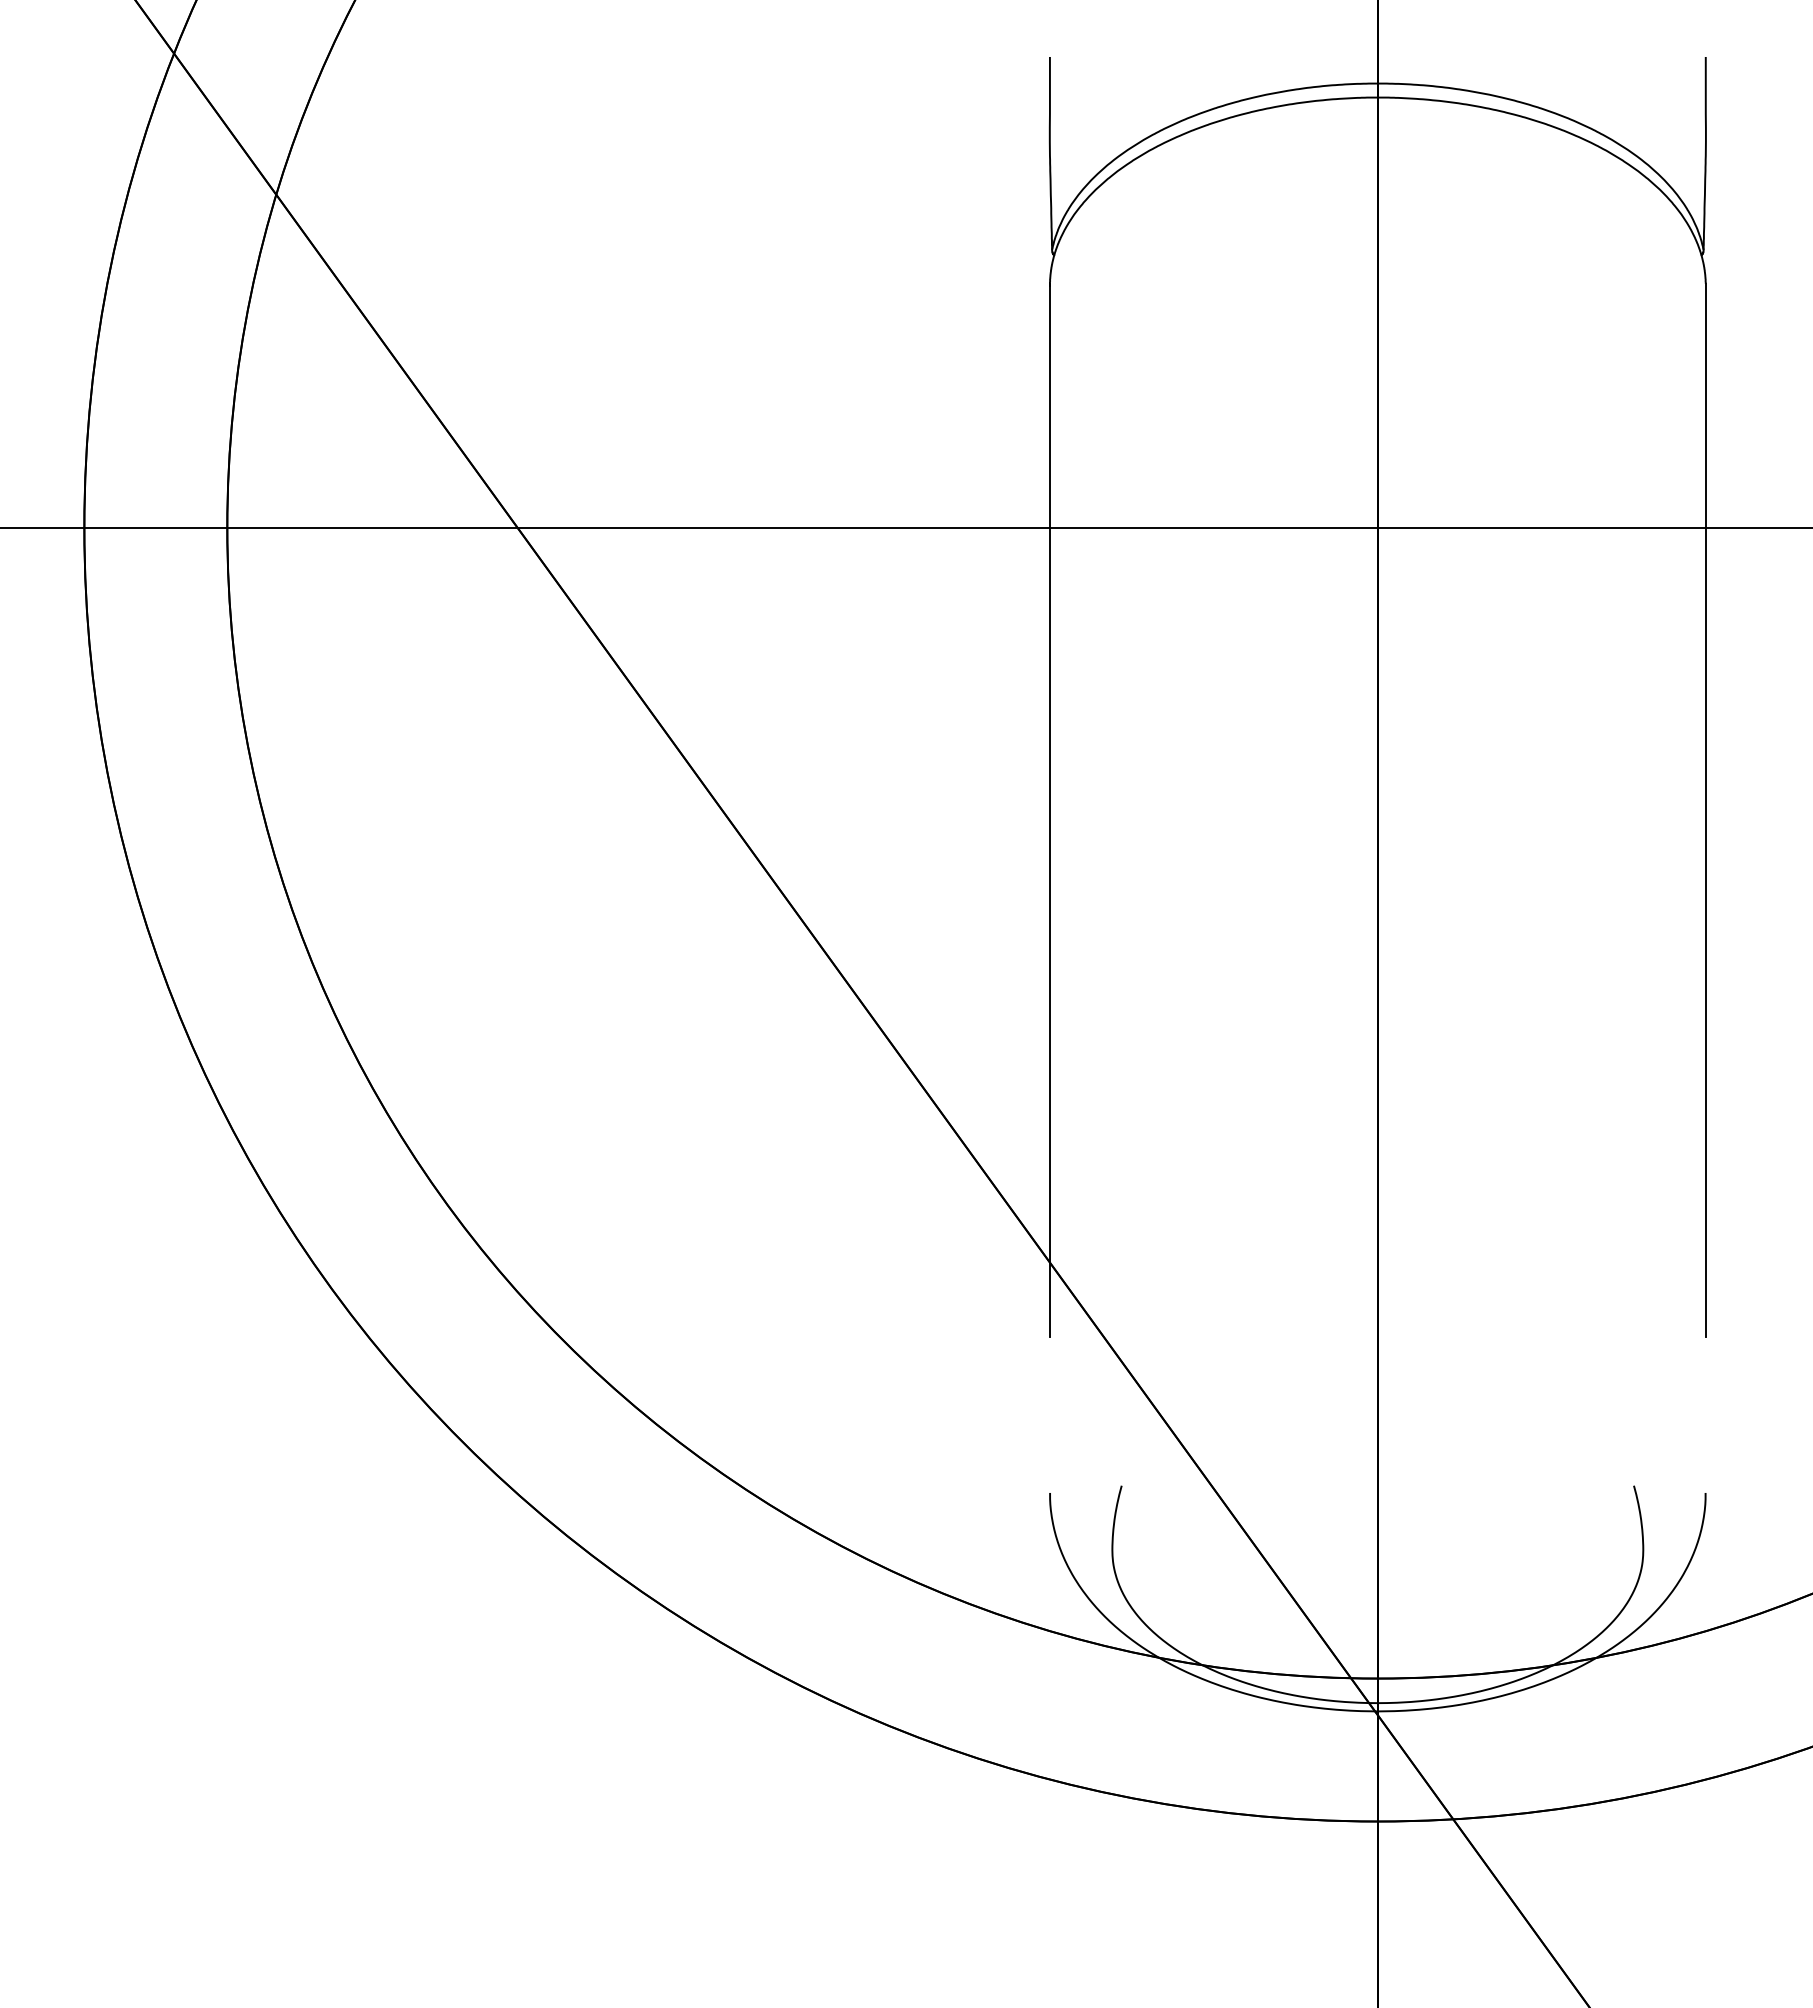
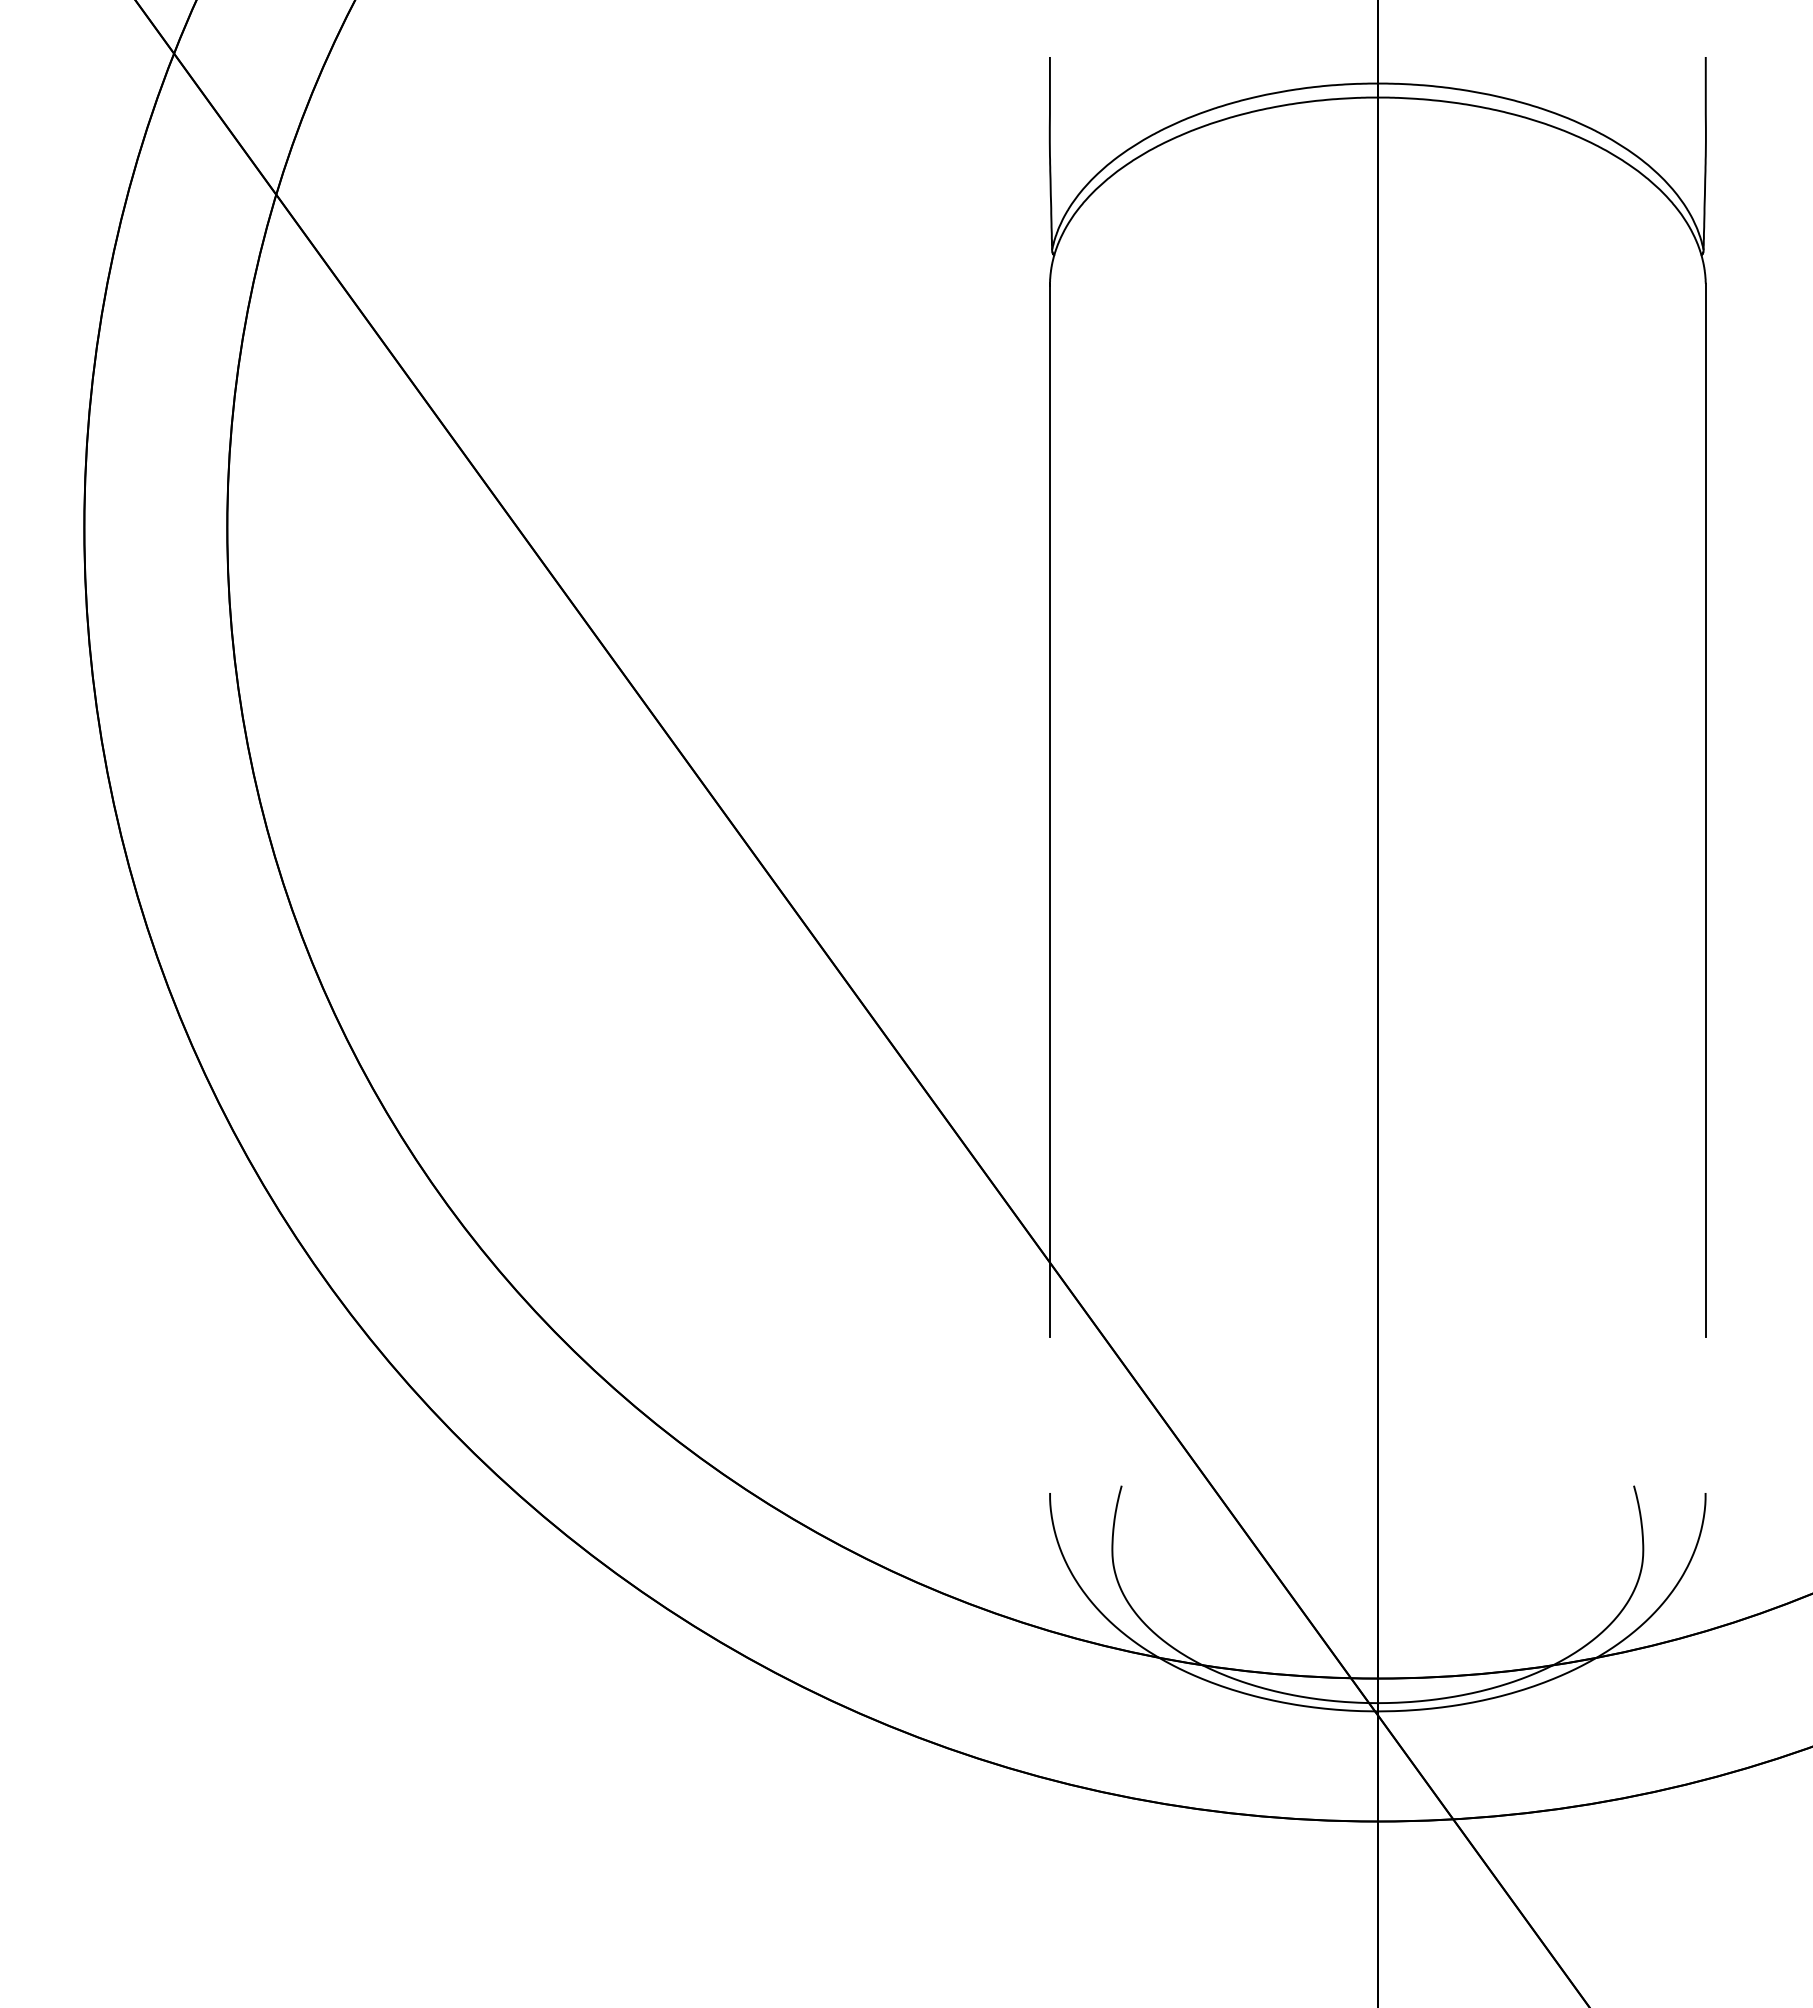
line at (905, 527): present -> none
